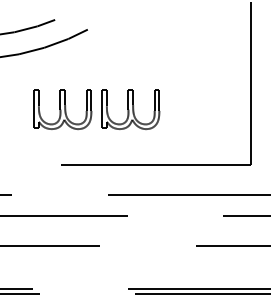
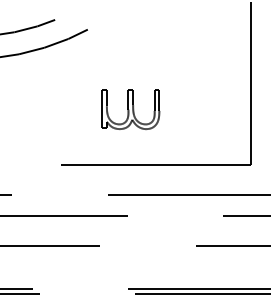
part at (62, 109): present -> none
